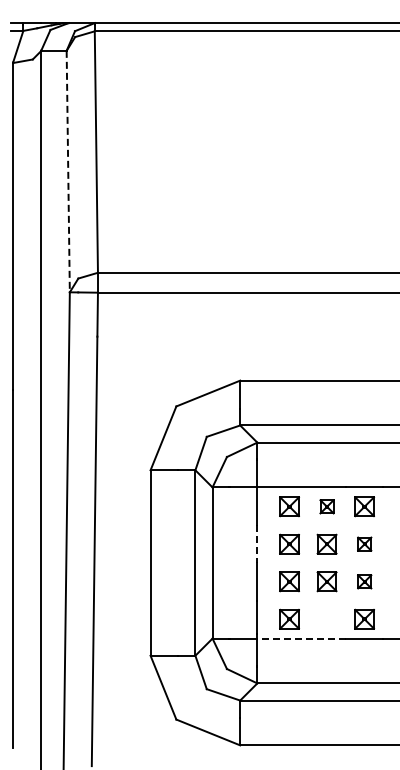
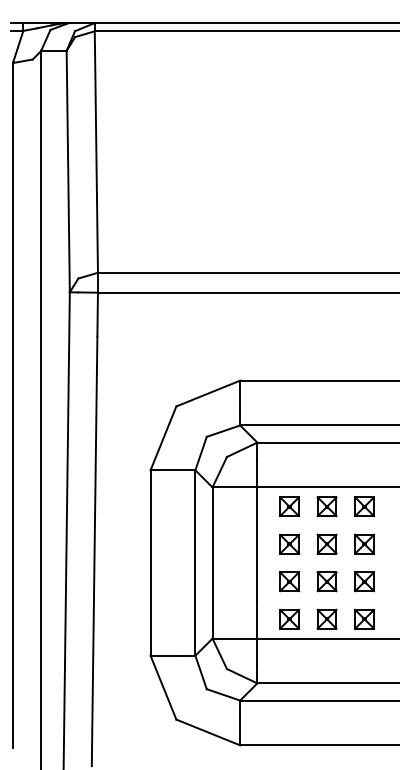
line at (68, 171): dashed -> solid
part at (326, 506) size: 16x16 px -> 22x22 px
part at (364, 543) size: 16x16 px -> 22x22 px
line at (257, 544): dashed -> solid
part at (364, 581) size: 16x16 px -> 22x22 px
part at (326, 618): none -> present
line at (301, 638): dashed -> solid
